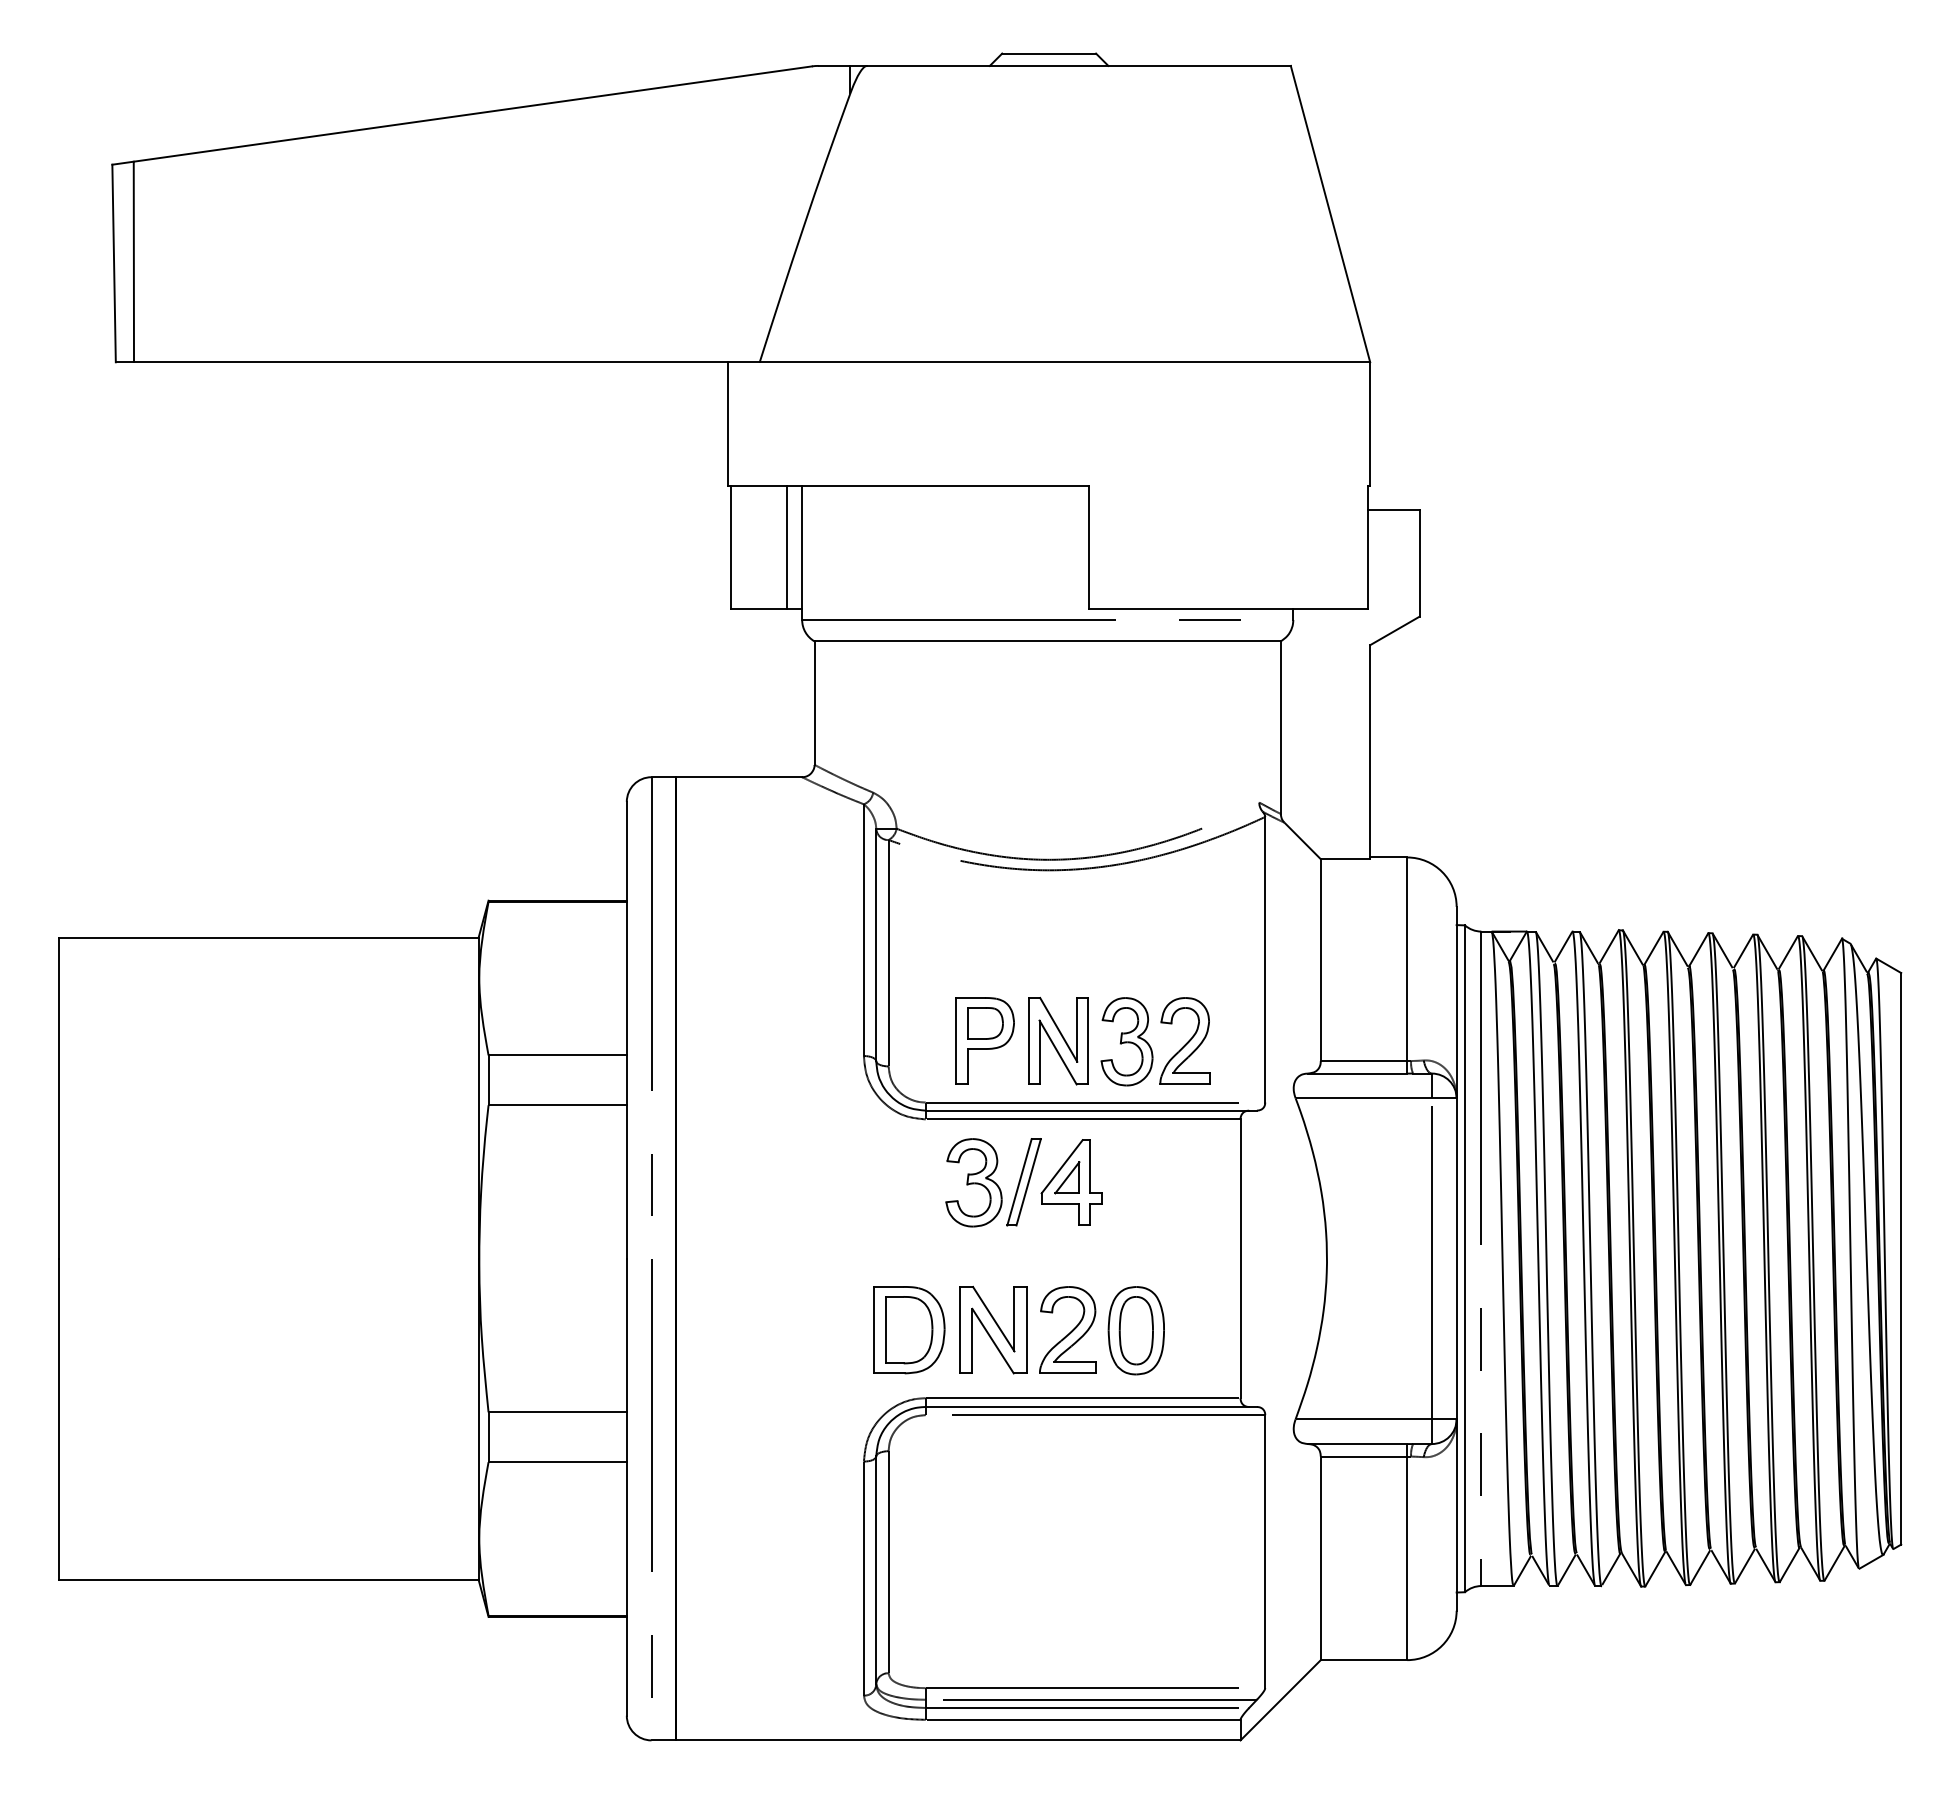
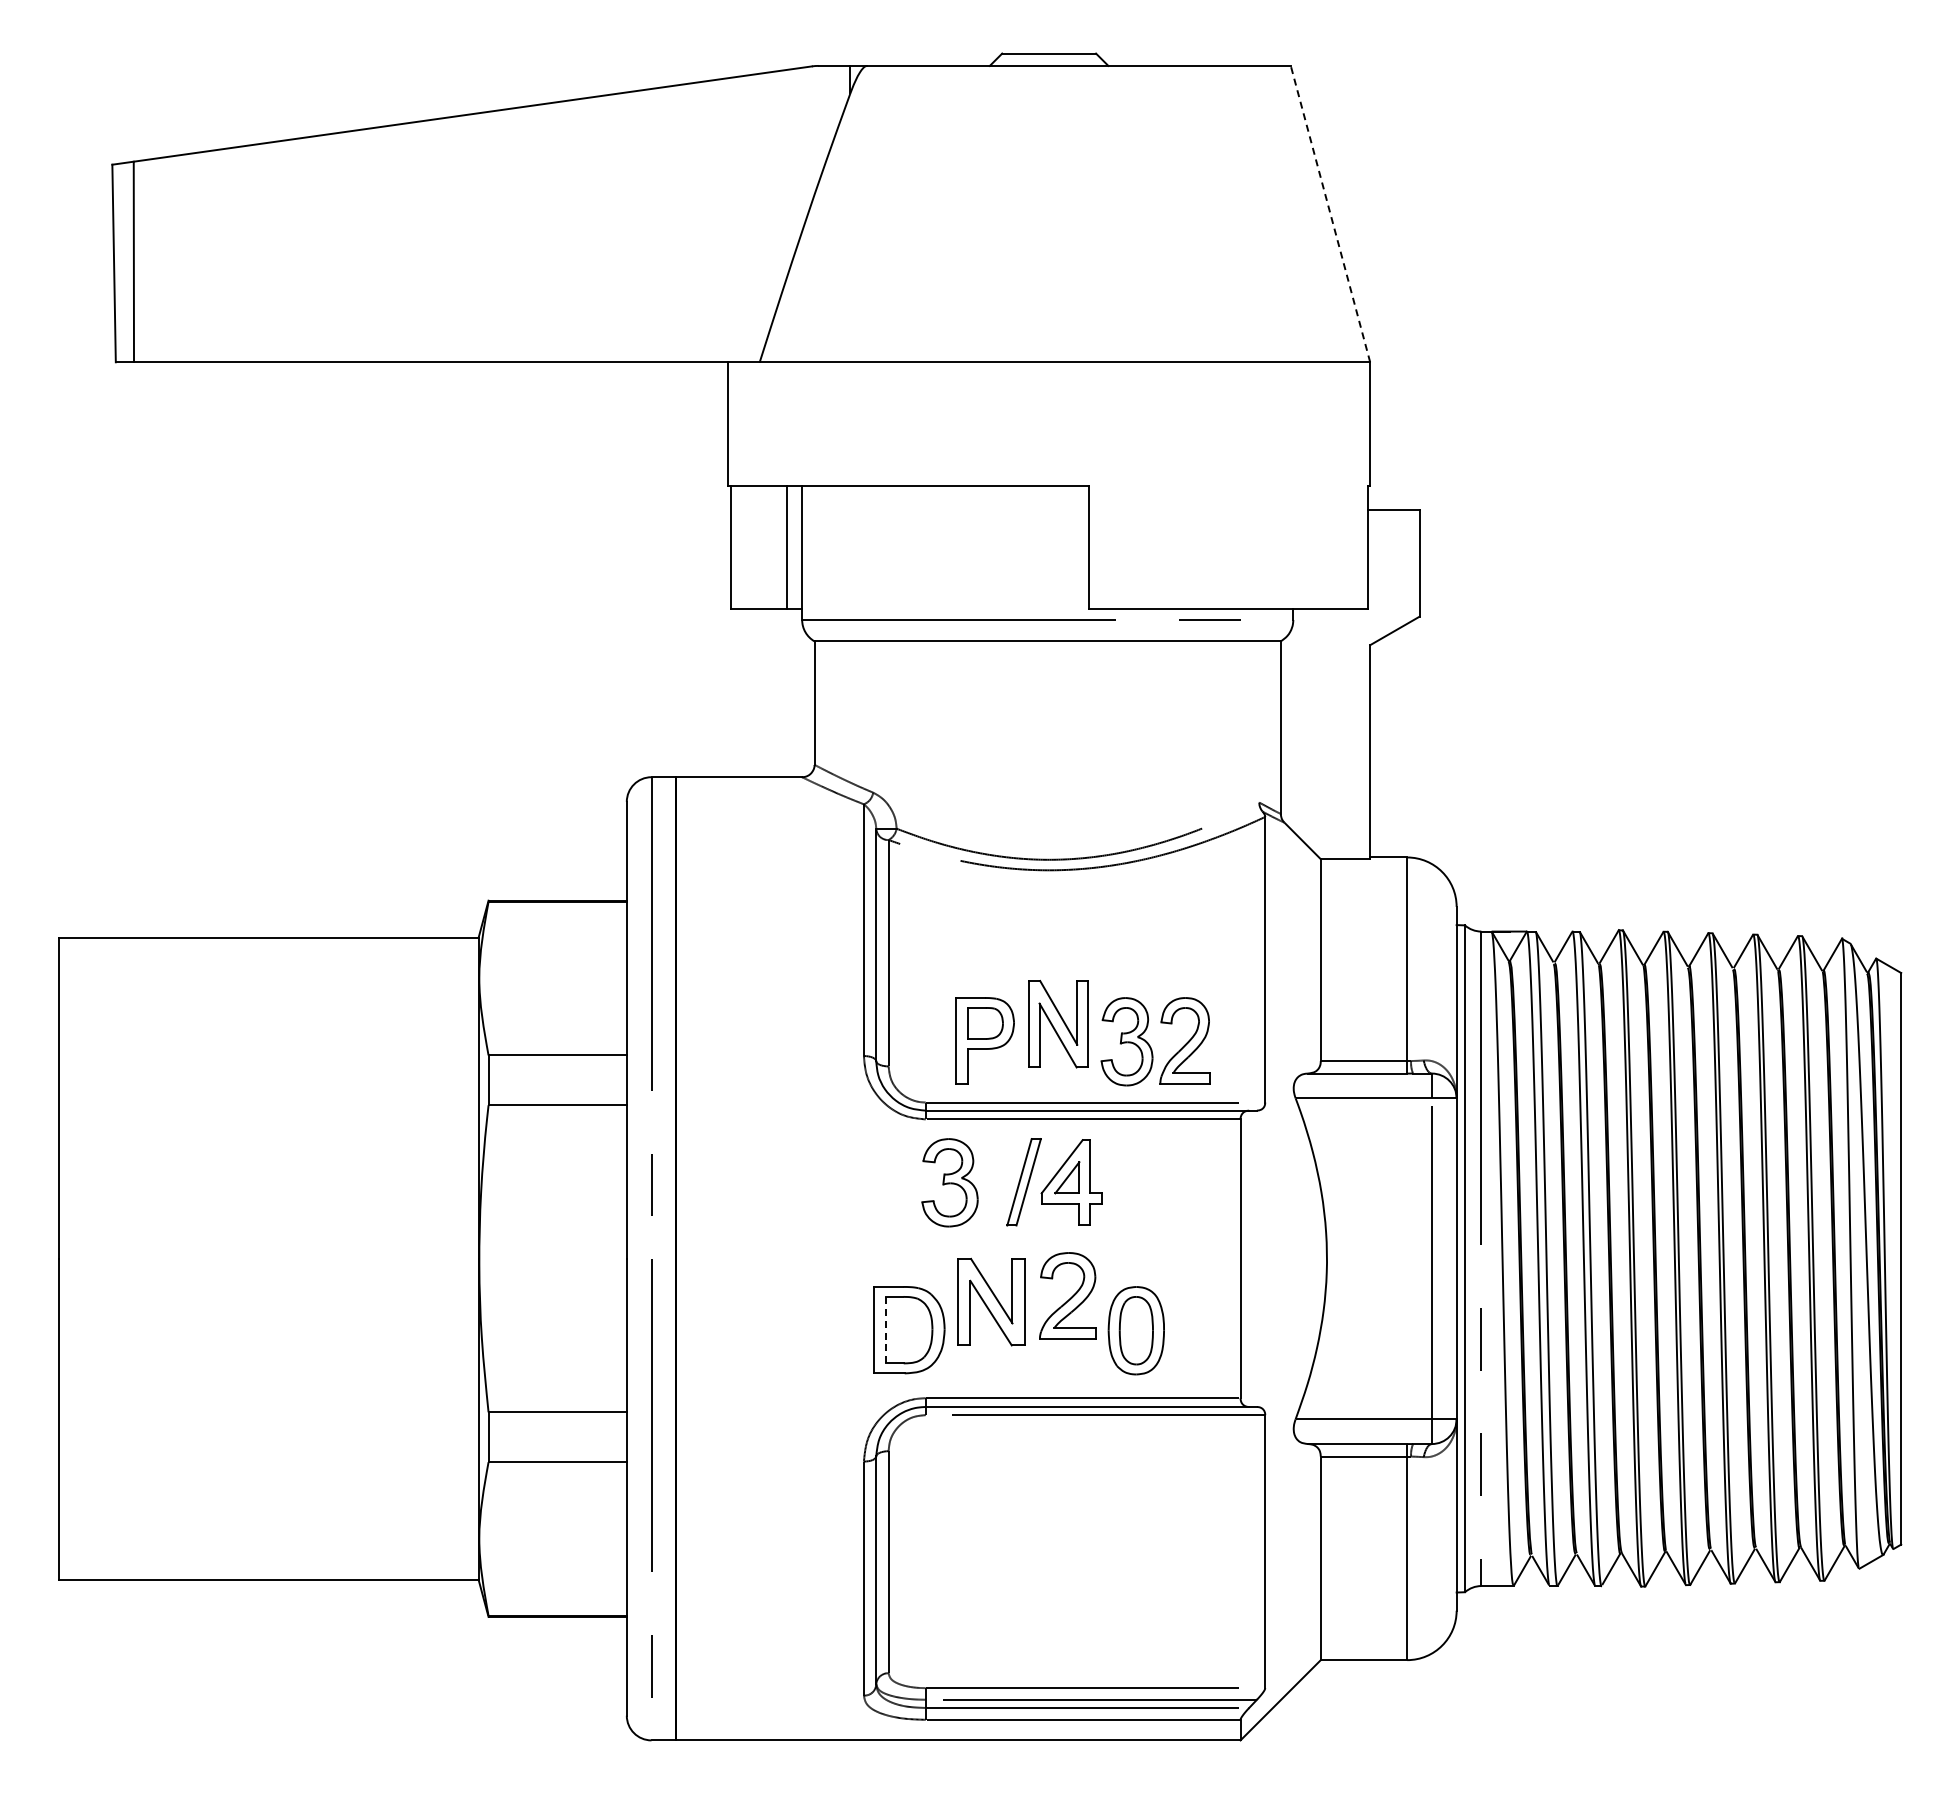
line at (1330, 213): solid -> dashed
part at (1058, 1041) position: (1058, 1041) -> (1058, 1024)
part at (973, 1182) position: (973, 1182) -> (949, 1182)
line at (885, 1329): solid -> dashed
part at (993, 1329) position: (993, 1329) -> (991, 1301)
part at (1067, 1329) position: (1067, 1329) -> (1067, 1295)
